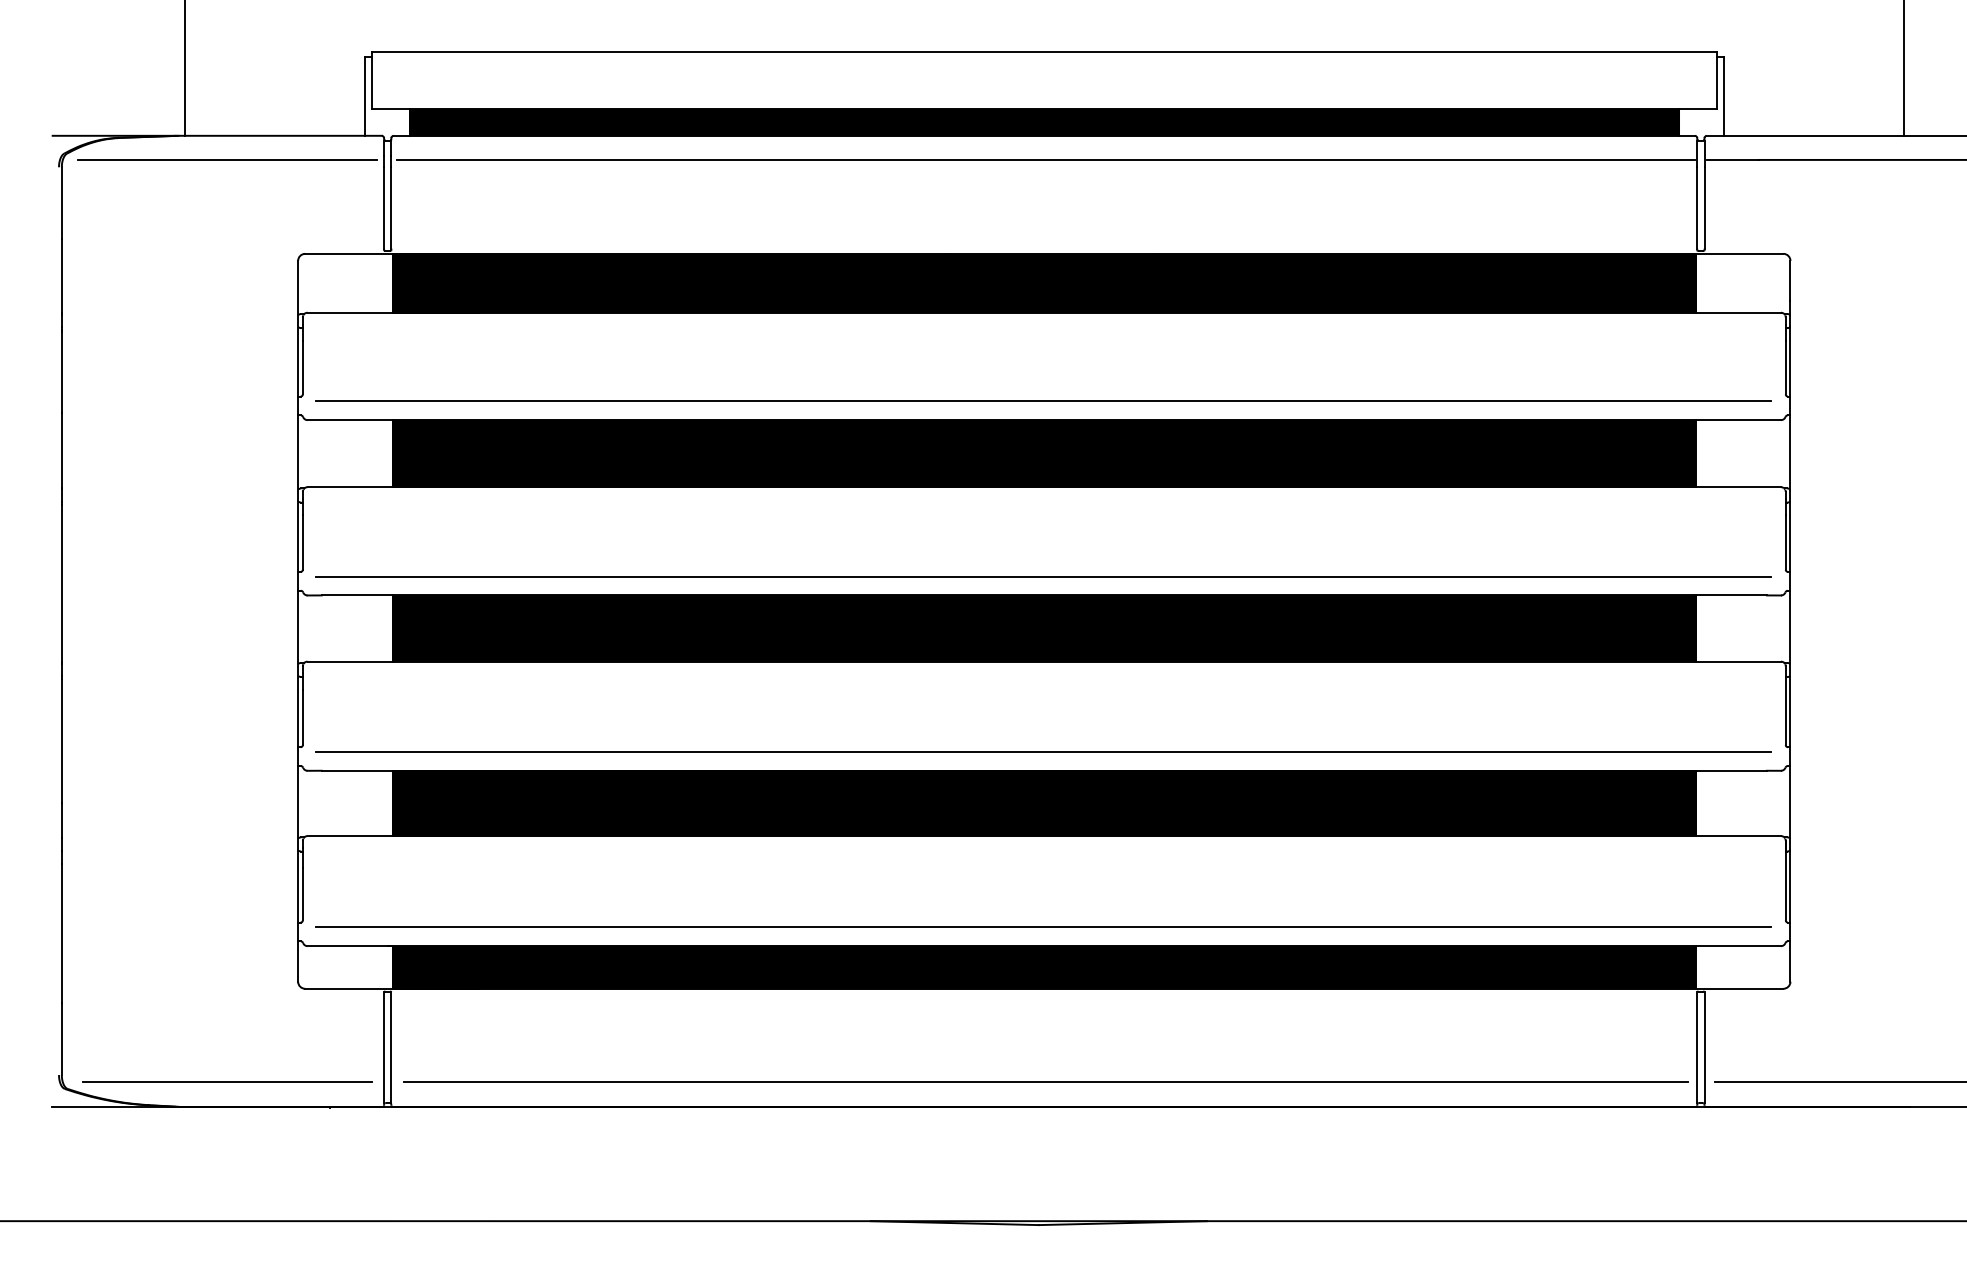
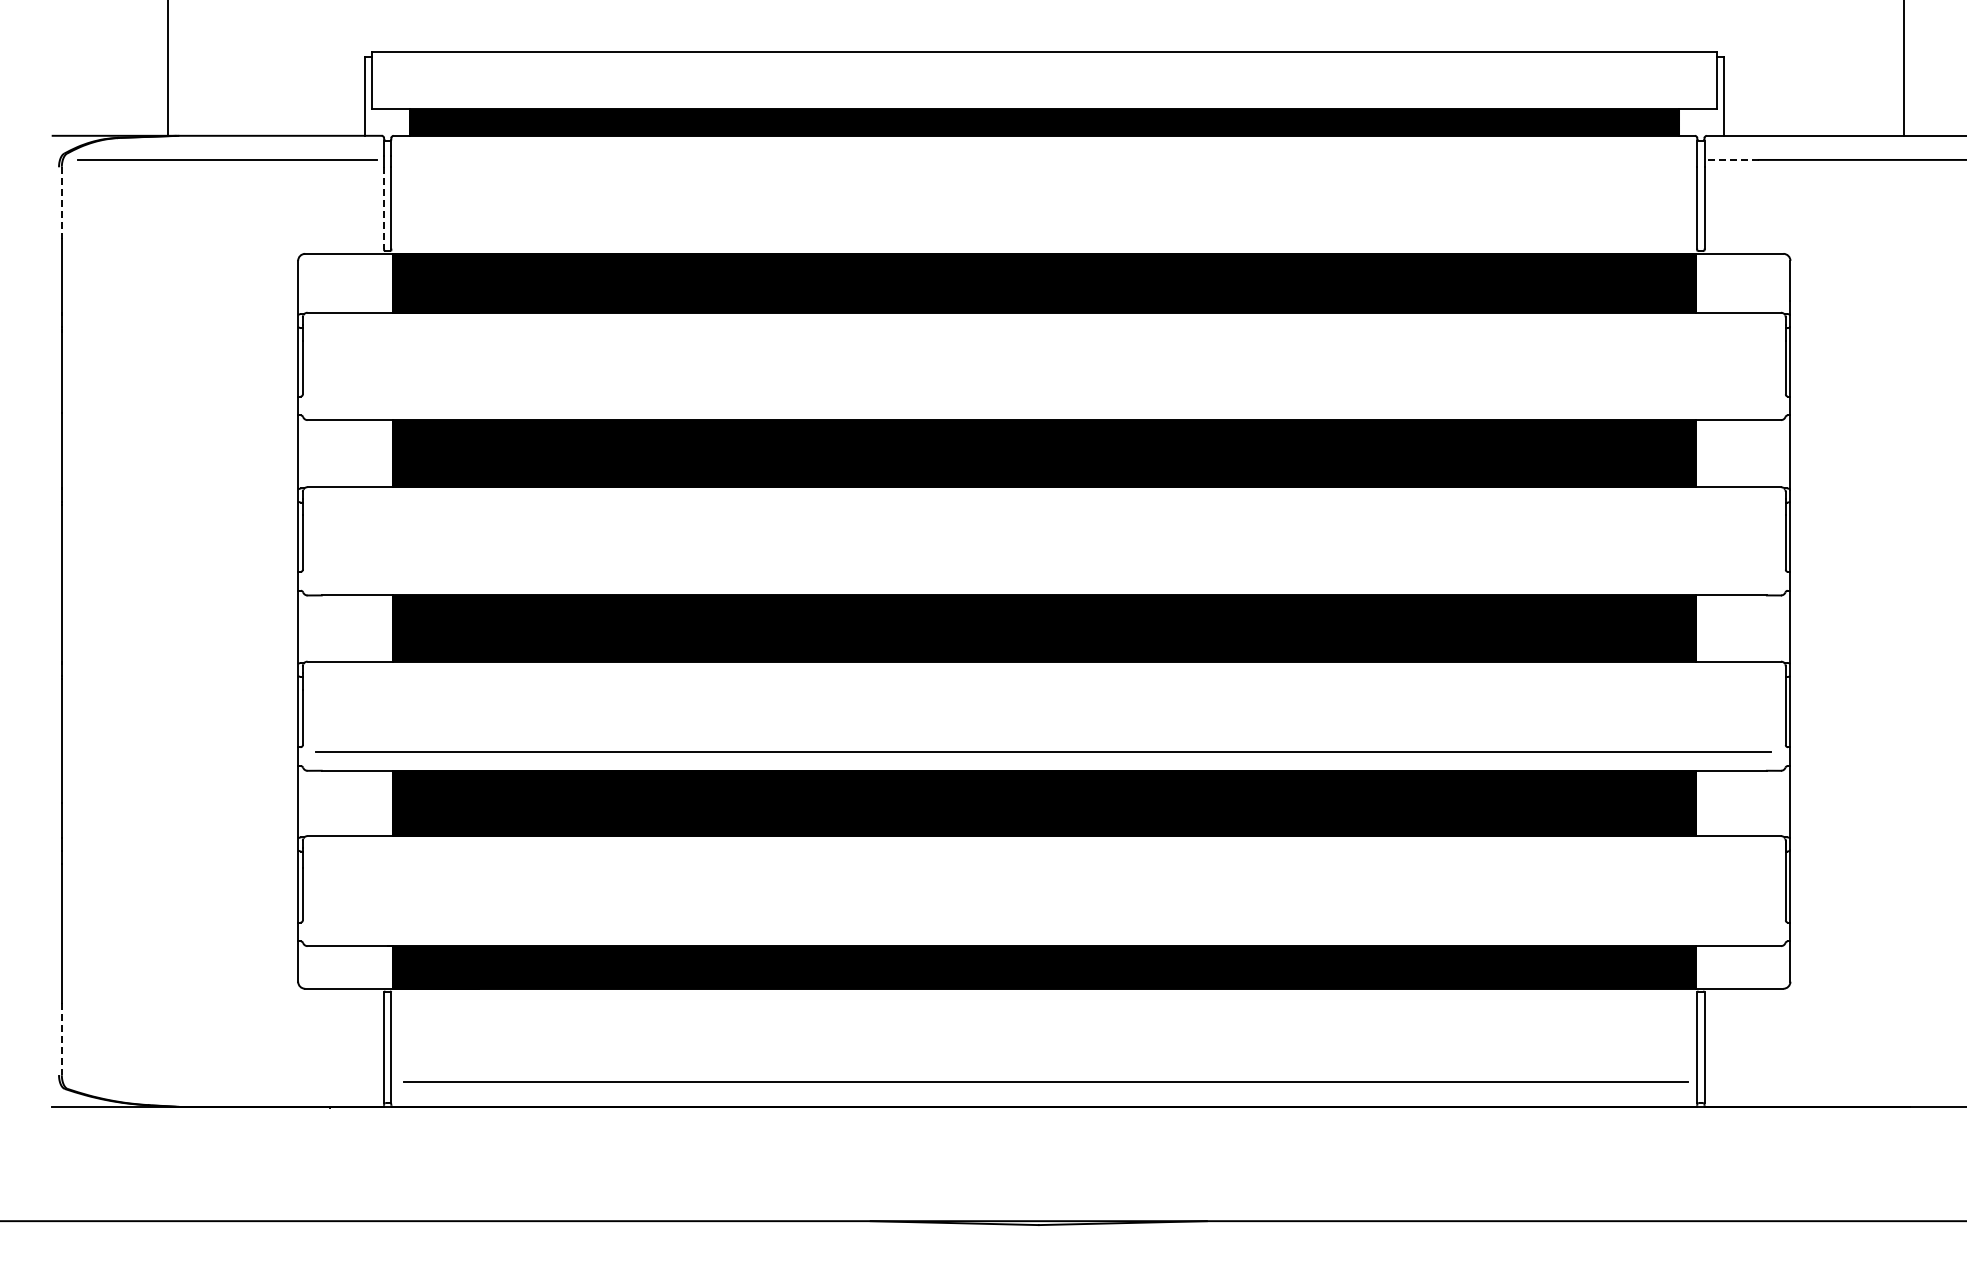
line at (184, 68) position: (184, 68) -> (167, 68)
line at (1045, 159): present -> none
line at (1732, 159): solid -> dashed
line at (61, 203): solid -> dashed
line at (384, 207): solid -> dashed
line at (1043, 401): present -> none
line at (1043, 576): present -> none
line at (1043, 927): present -> none
line at (61, 1039): solid -> dashed
line at (227, 1081): present -> none
line at (1839, 1082): present -> none
